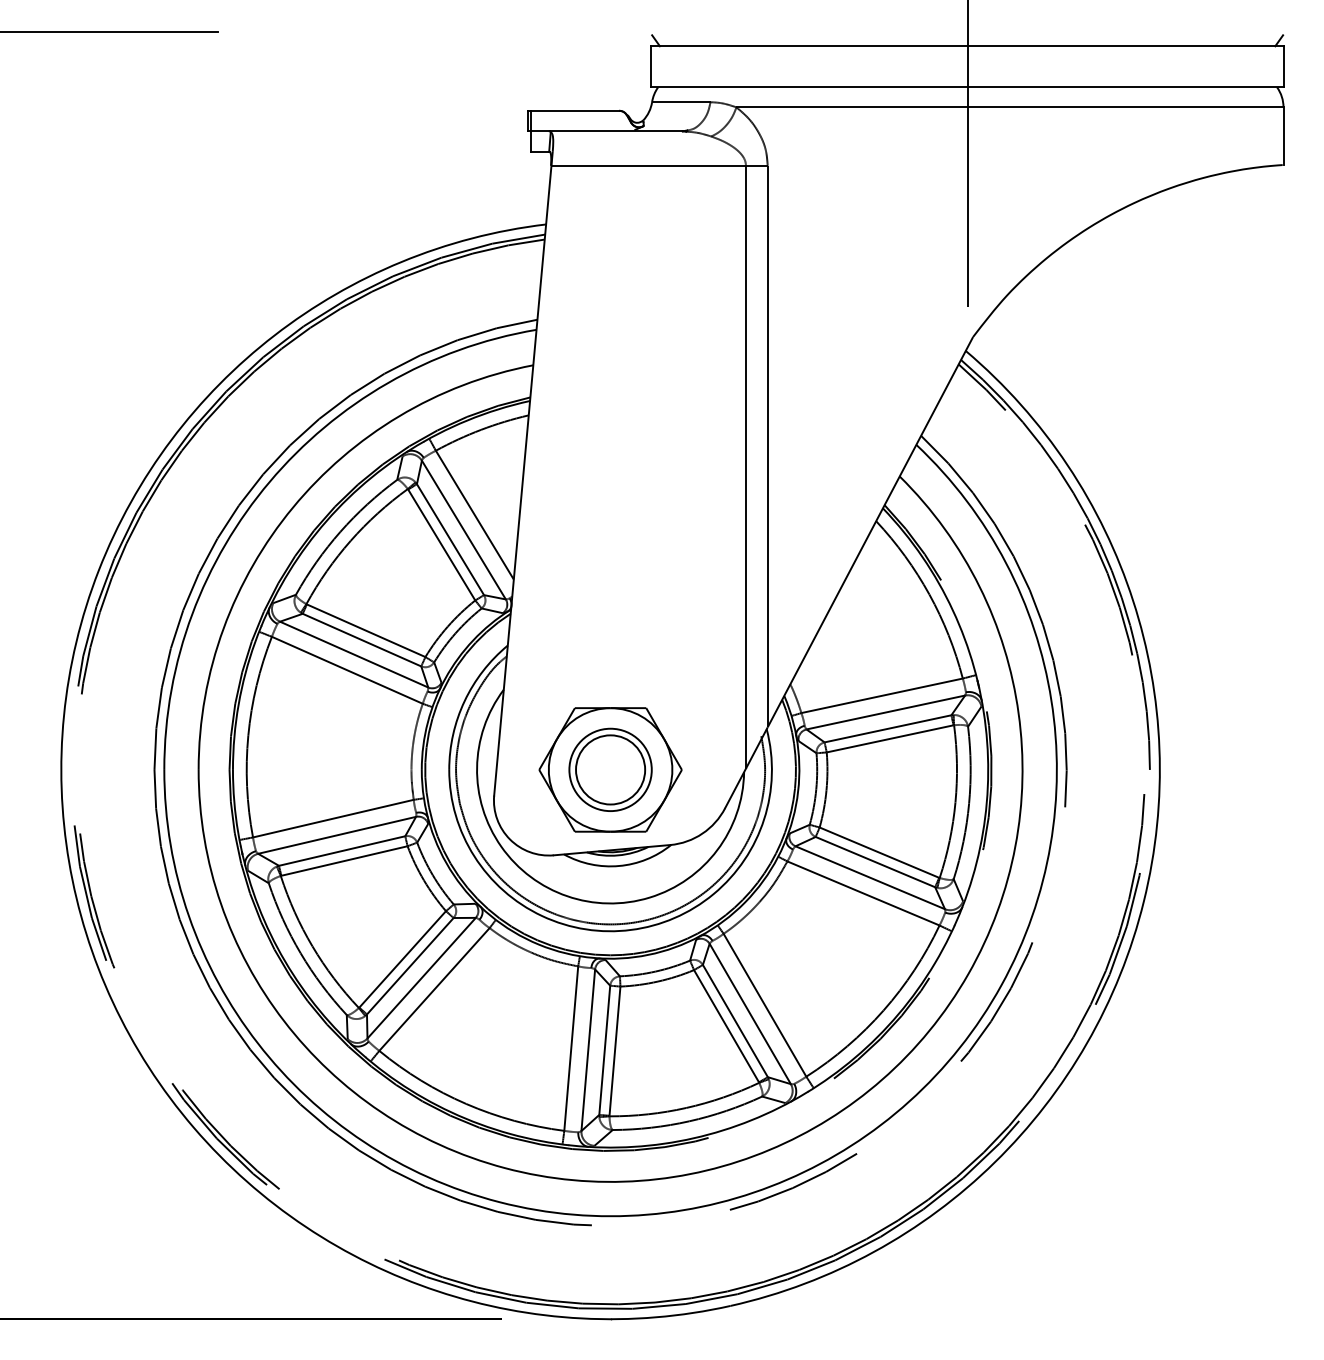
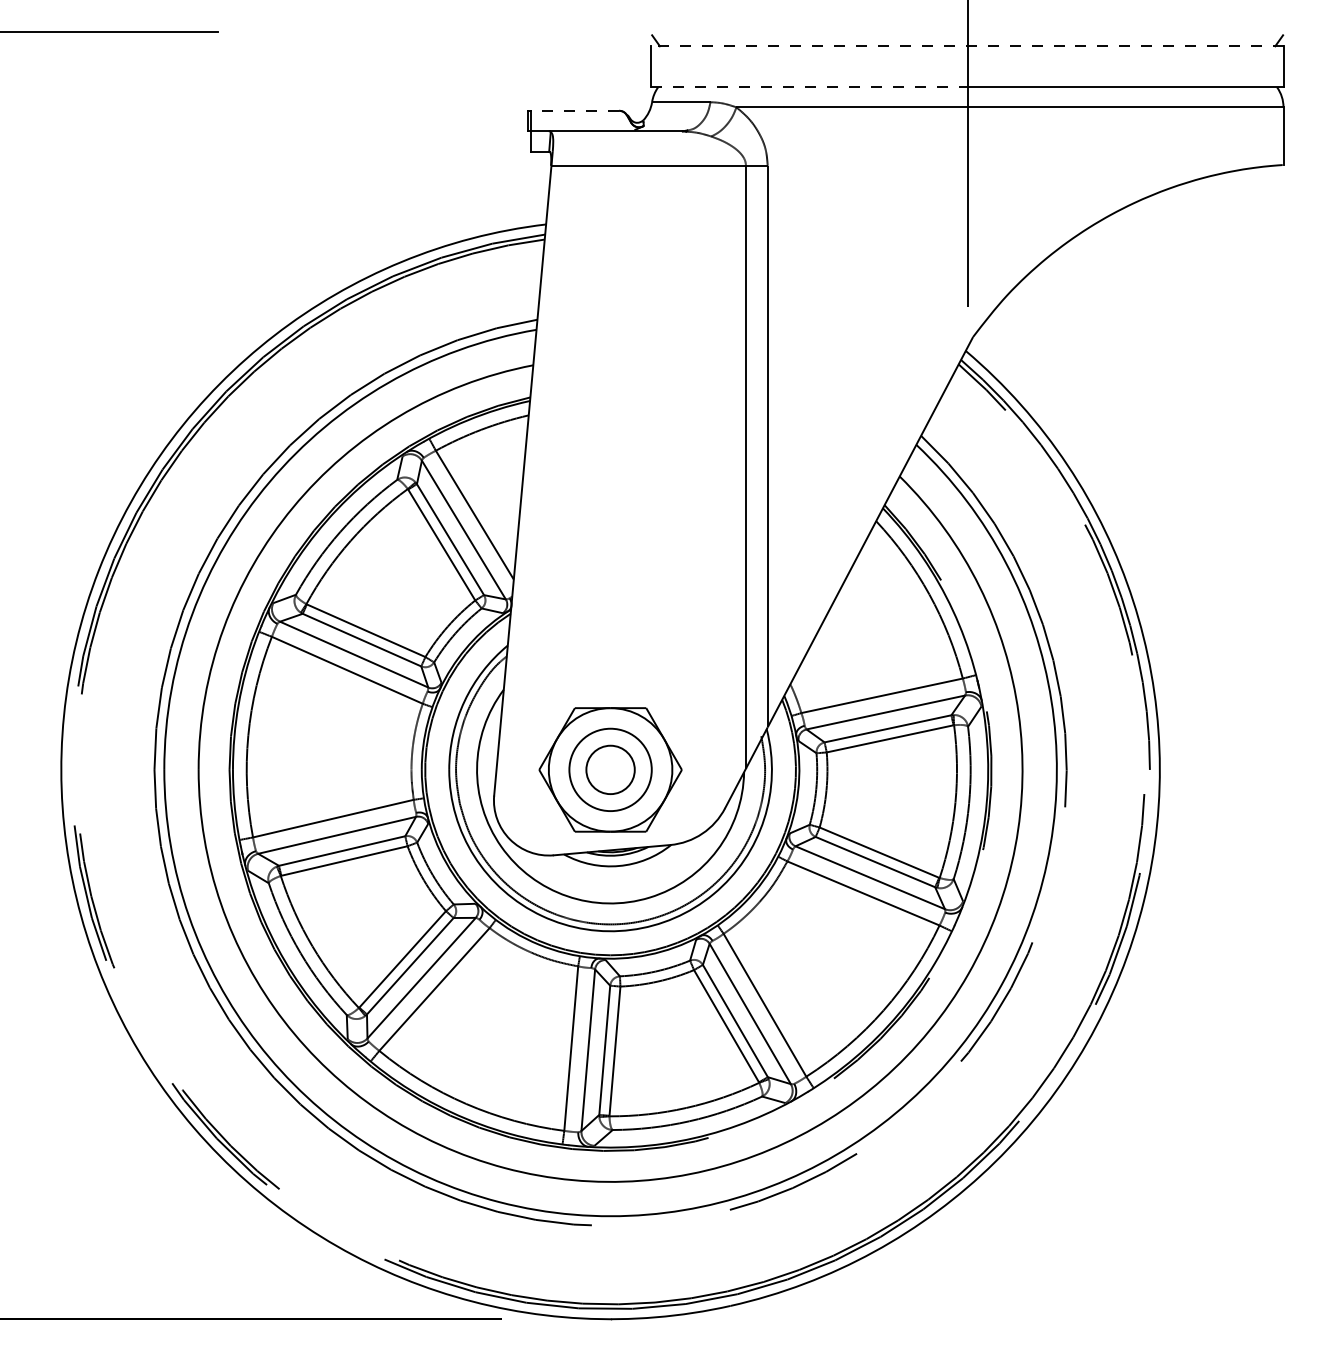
line at (967, 46): solid -> dashed
line at (809, 87): solid -> dashed
line at (574, 110): solid -> dashed
circle at (610, 769) diameter: 69 px -> 48 px
